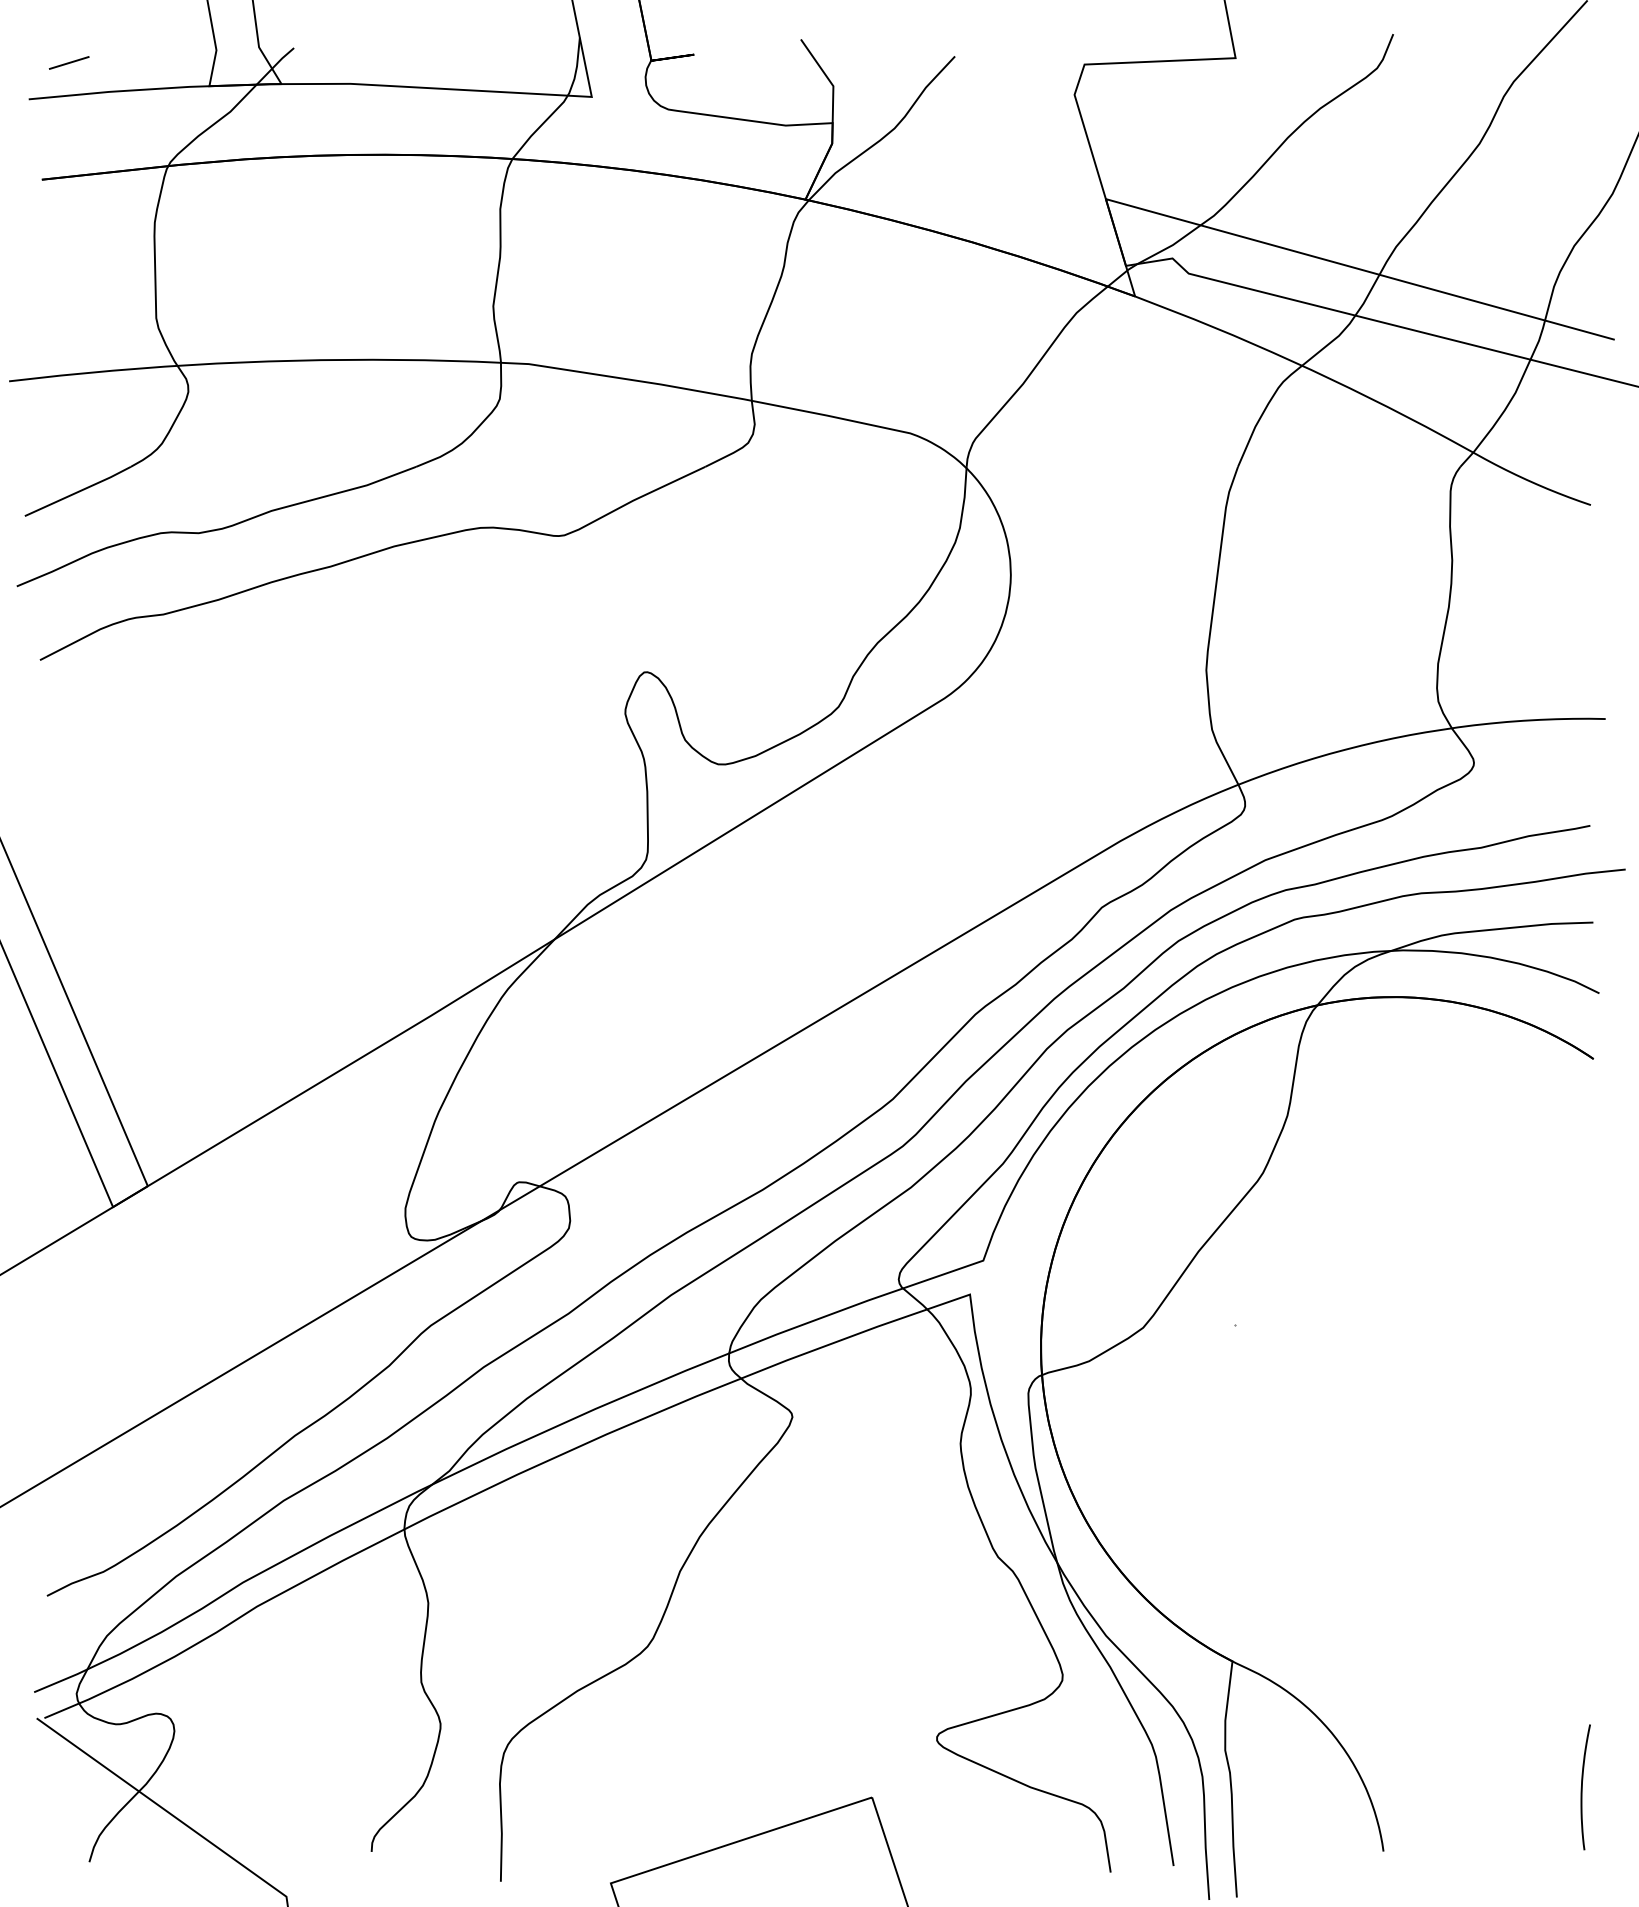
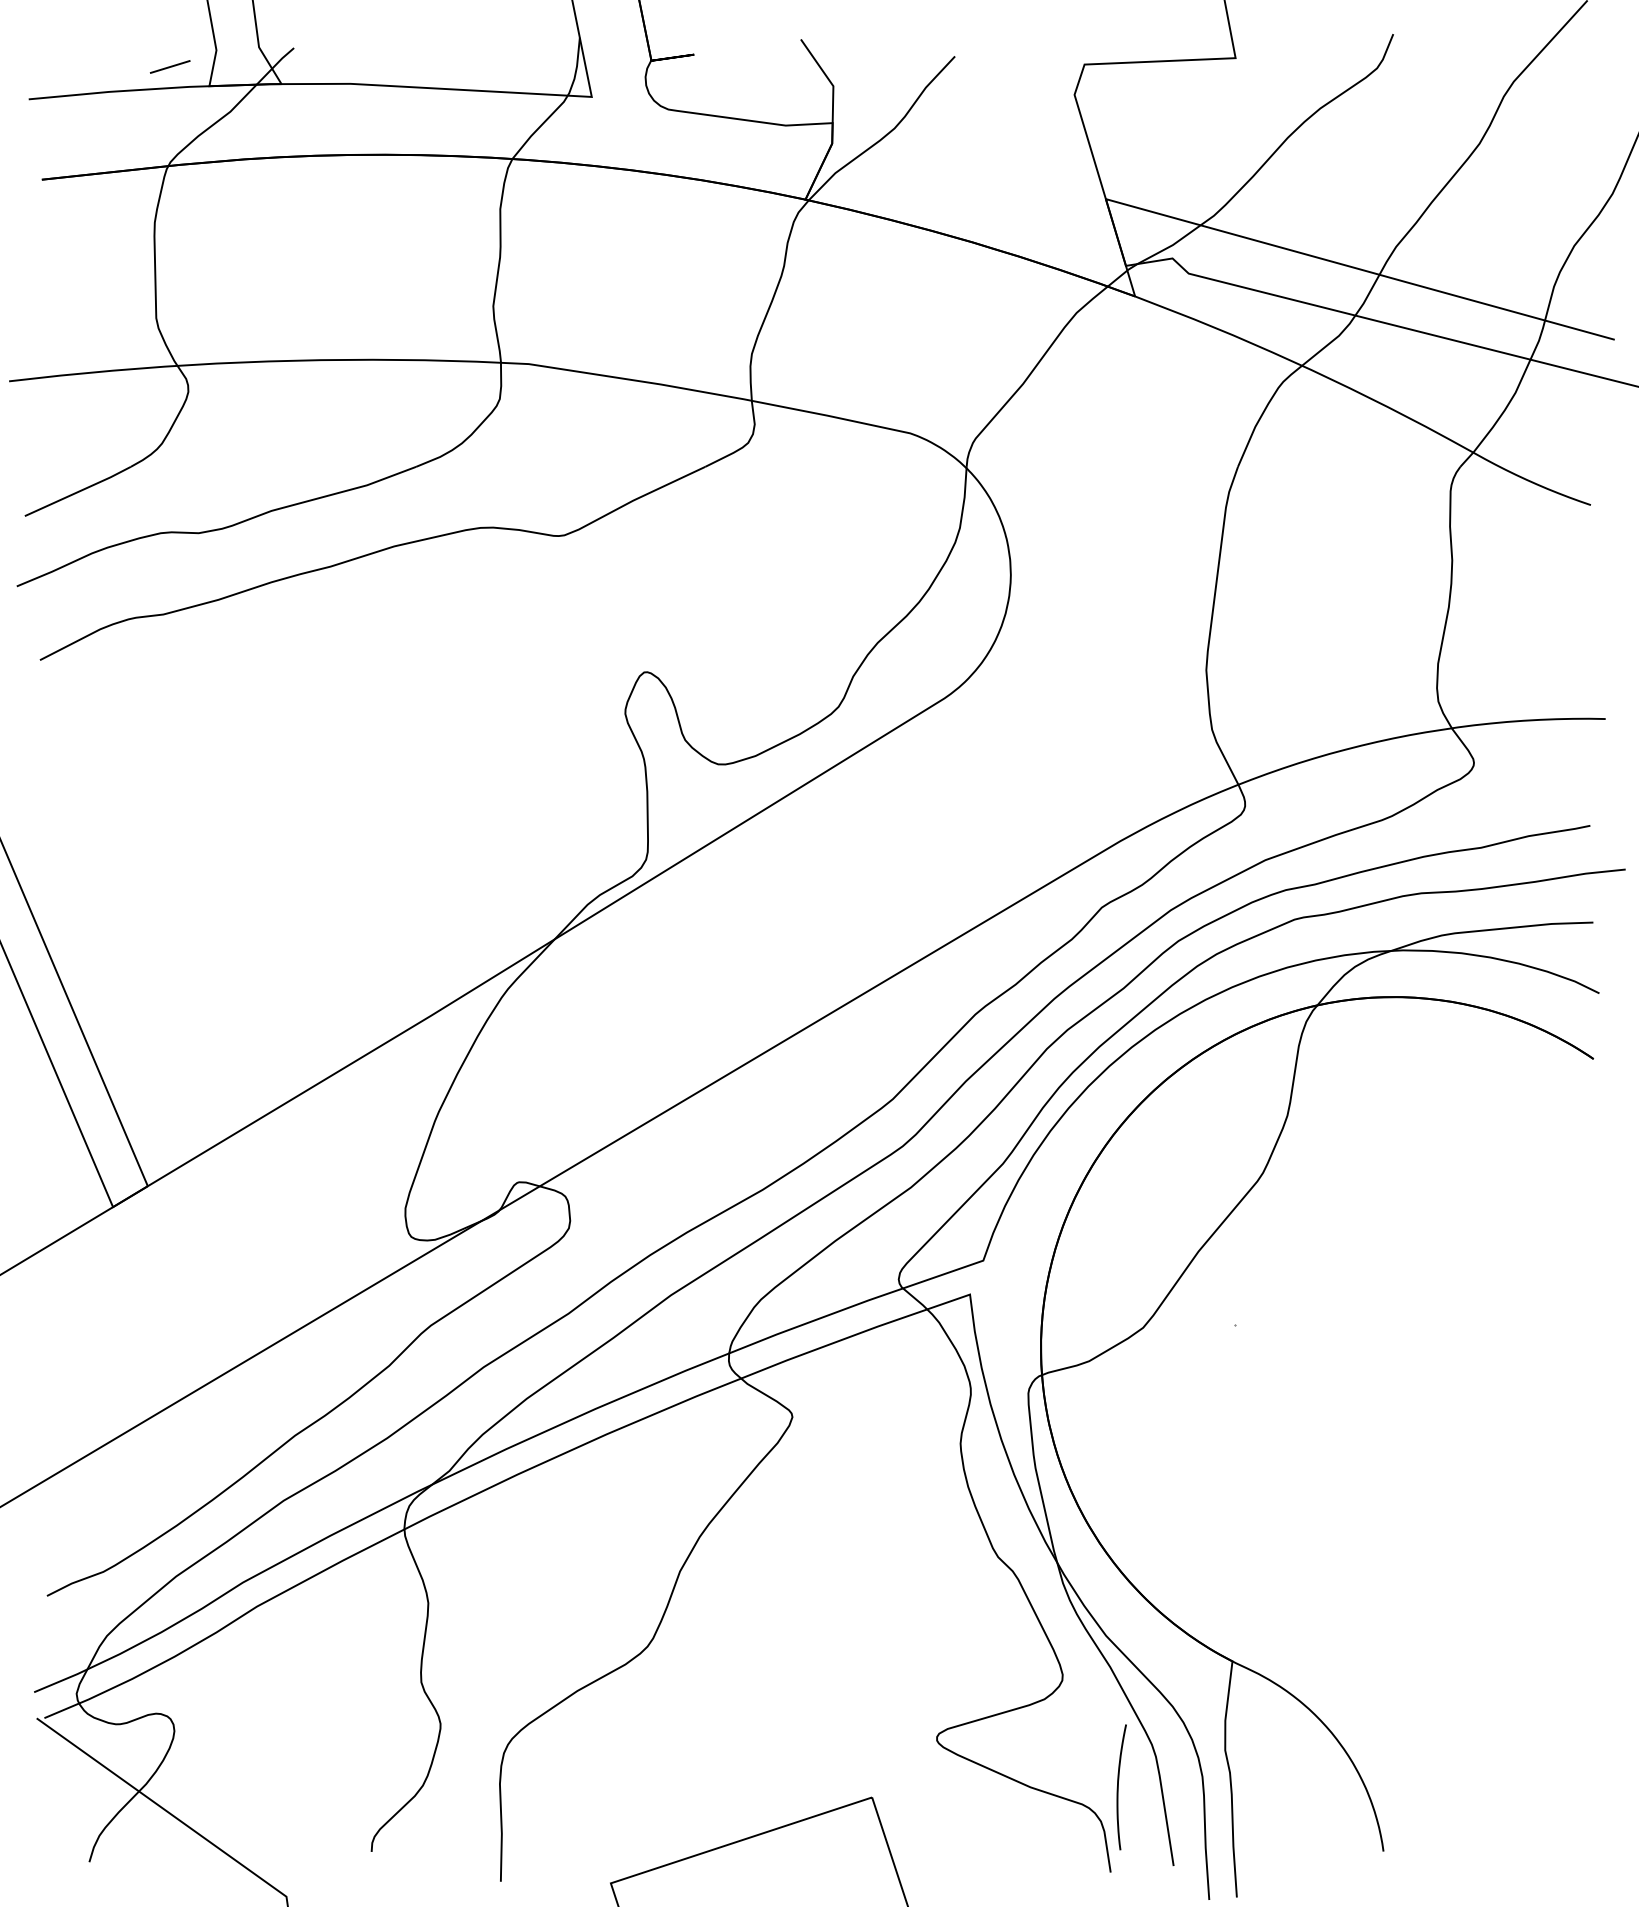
line at (68, 62) position: (68, 62) -> (169, 66)
curve at (1582, 1787) position: (1582, 1787) -> (1118, 1787)
